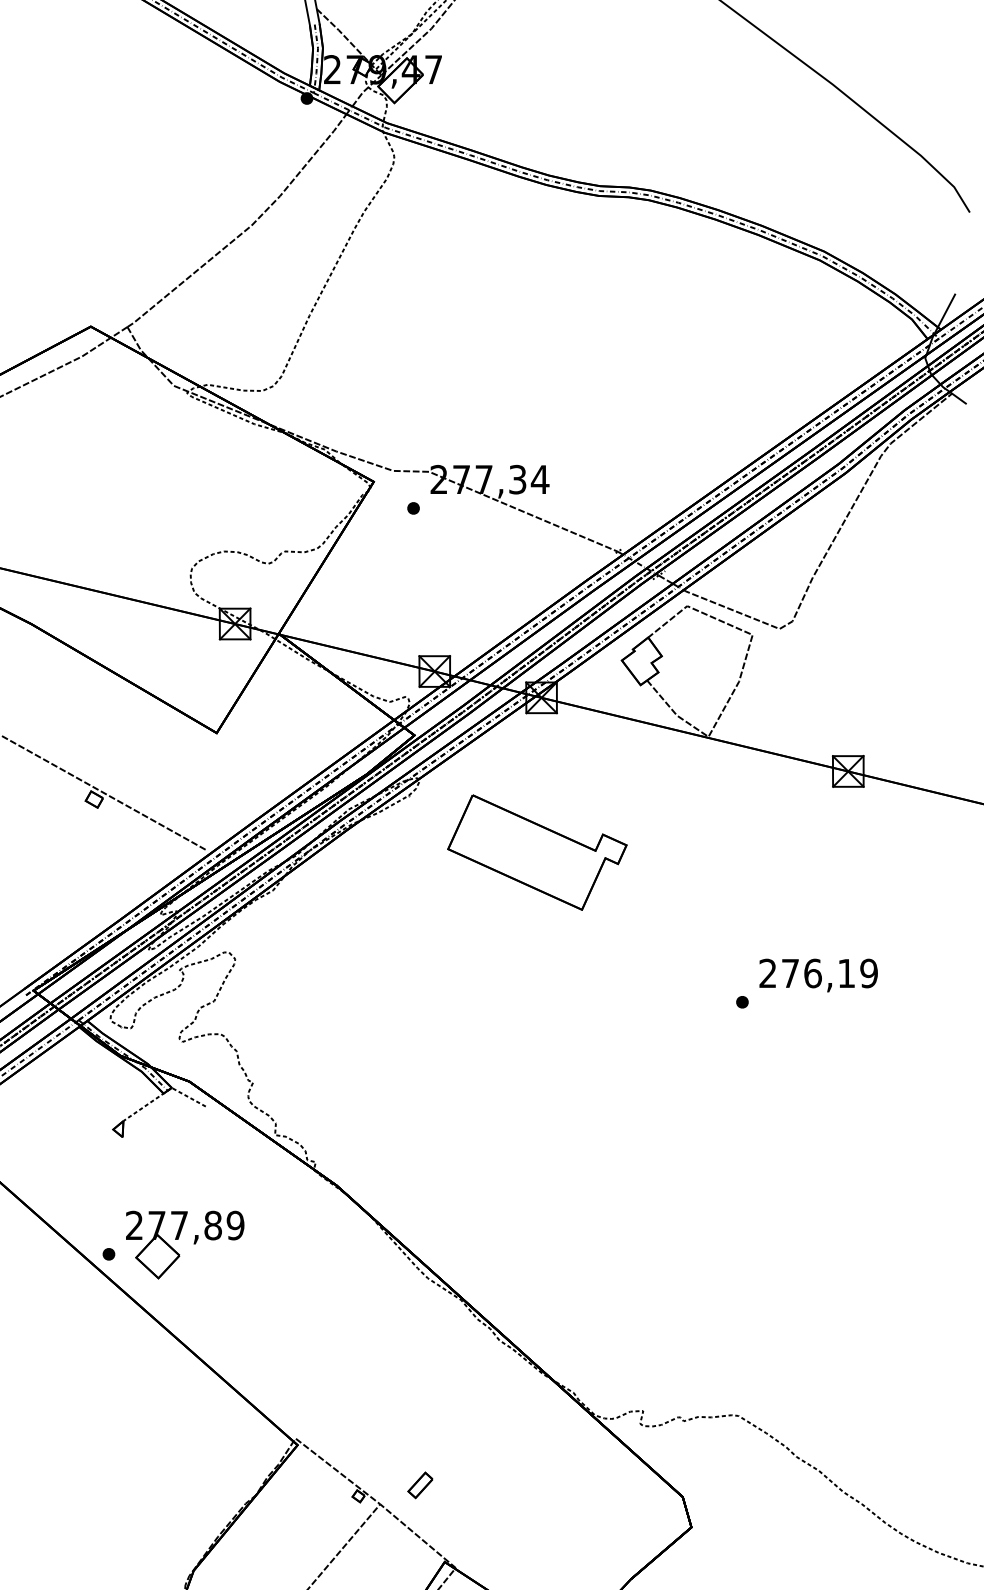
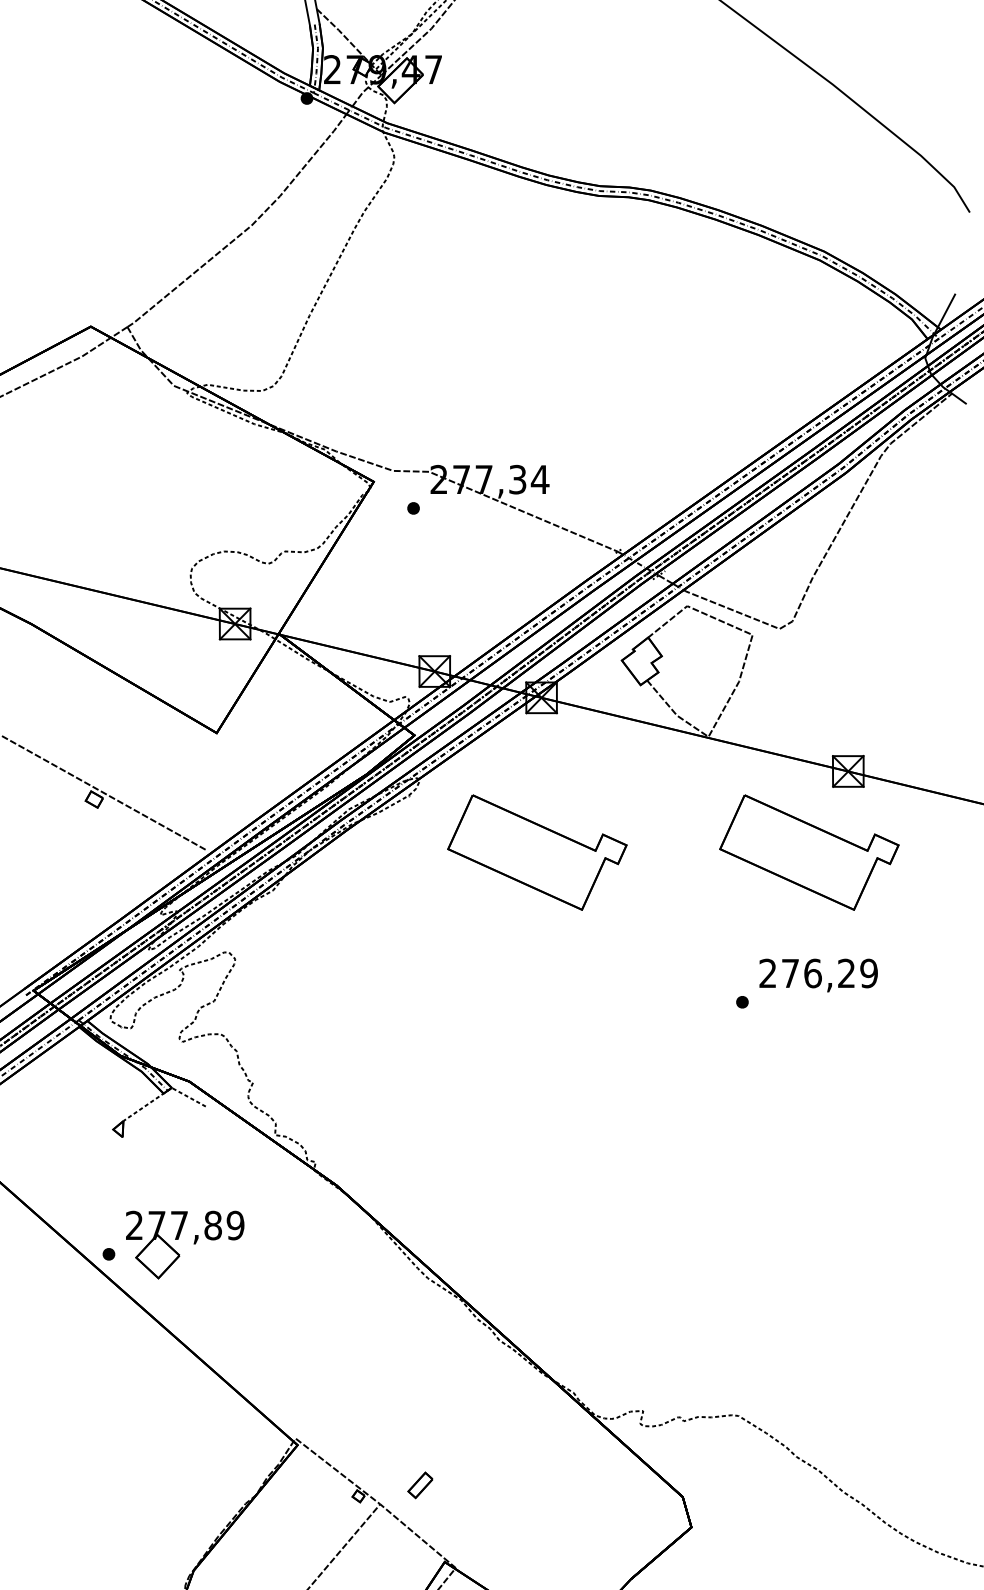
part at (809, 852): none -> present
text at (846, 972): 276,19 -> 276,29
